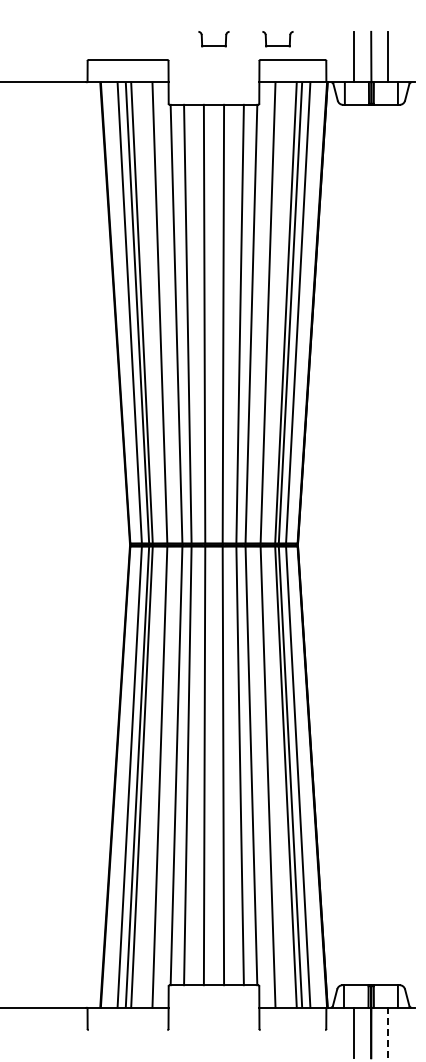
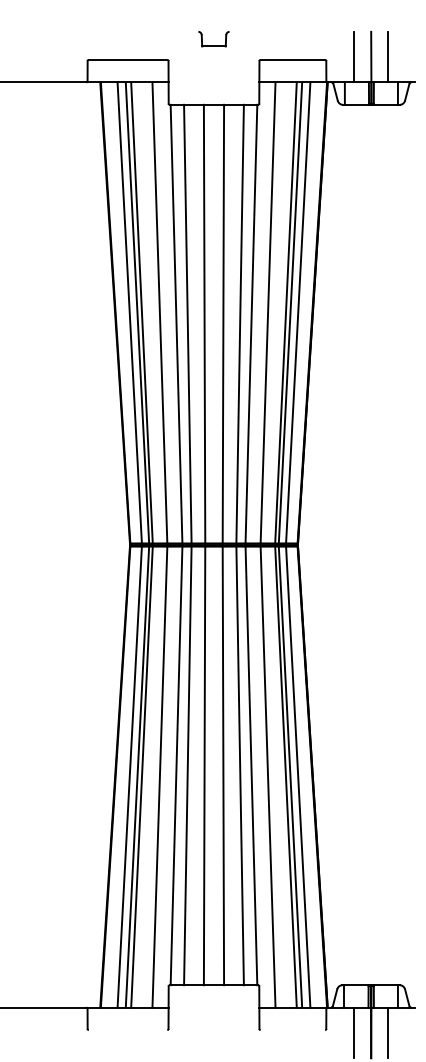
part at (277, 39): present -> none
line at (388, 1032): dashed -> solid
